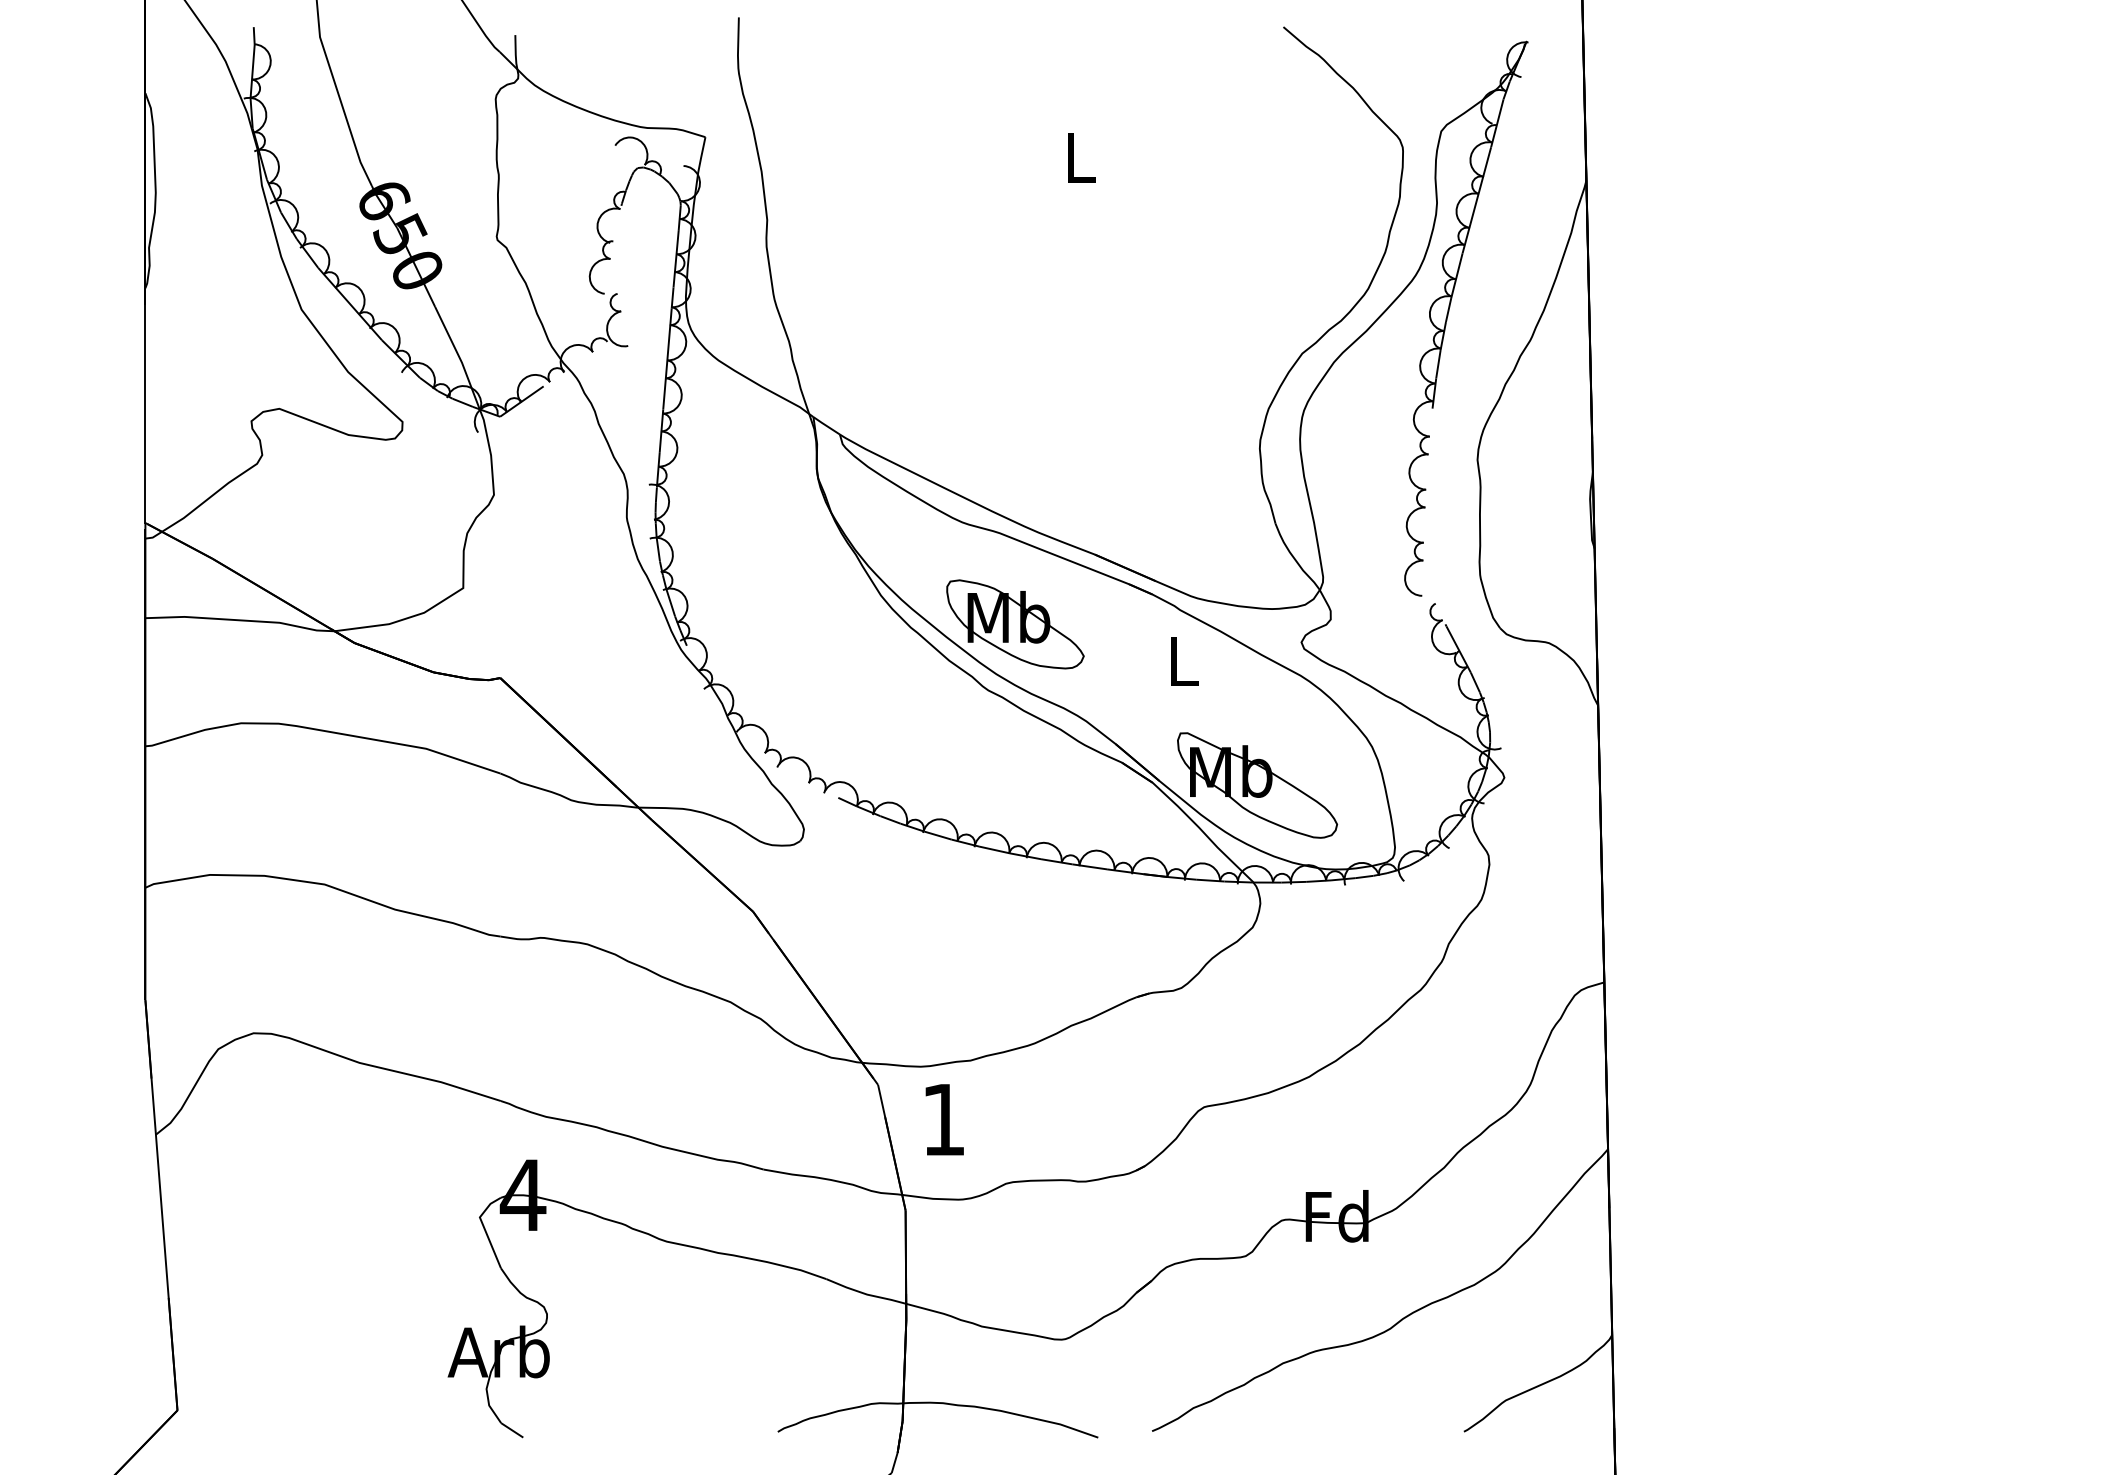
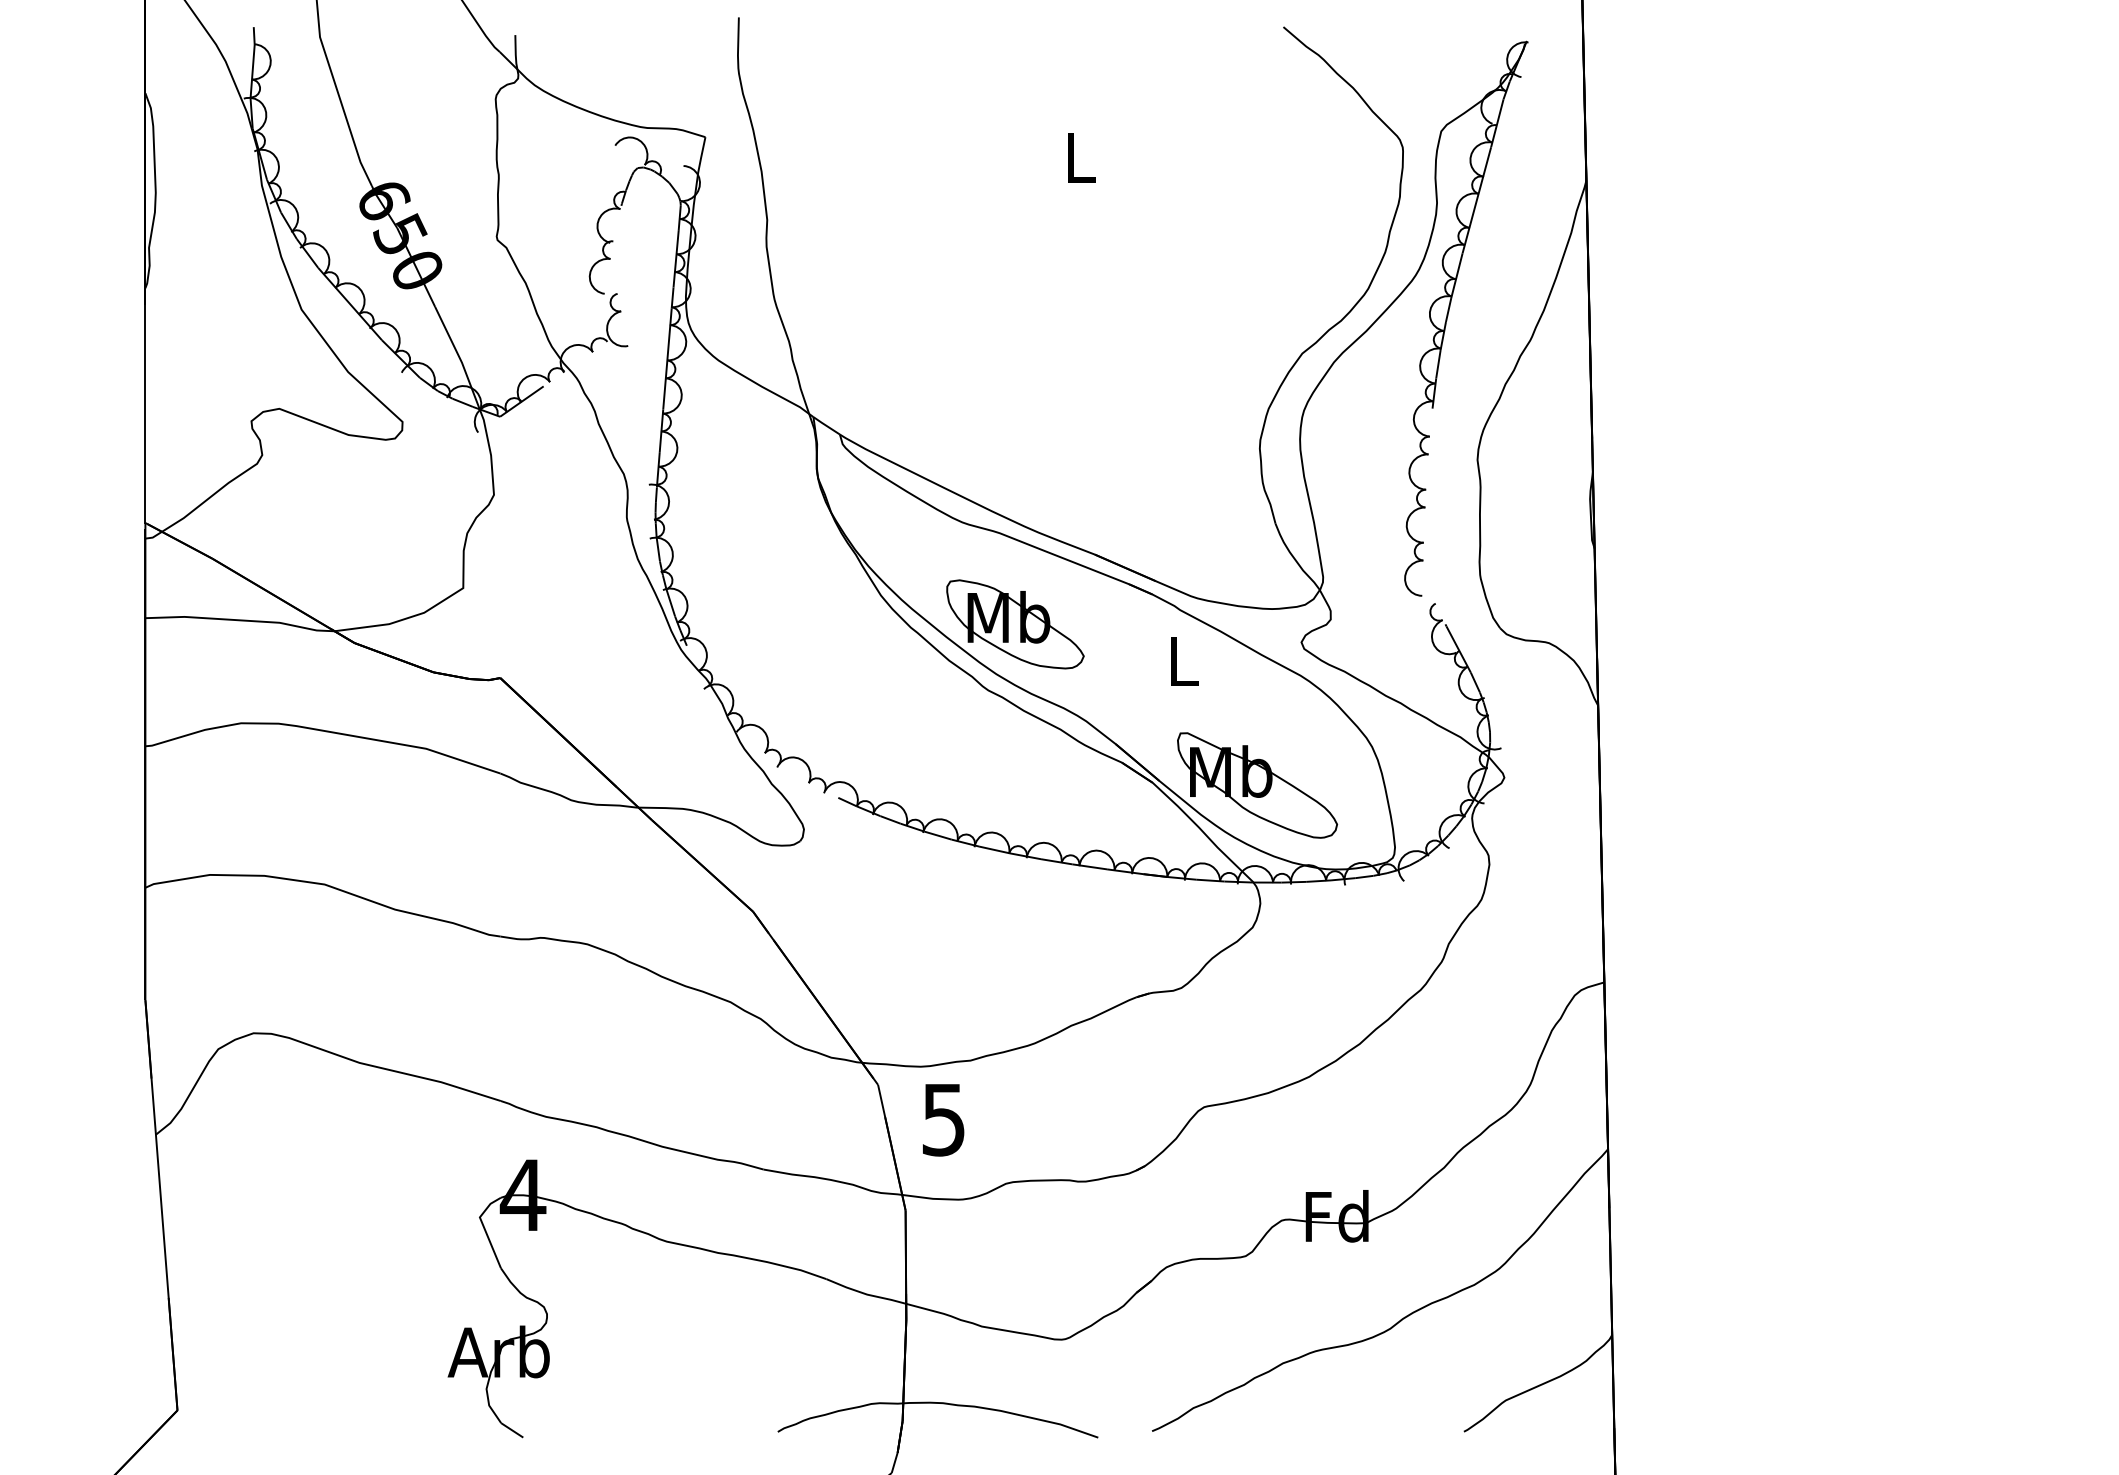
text at (943, 1120): 1 -> 5
